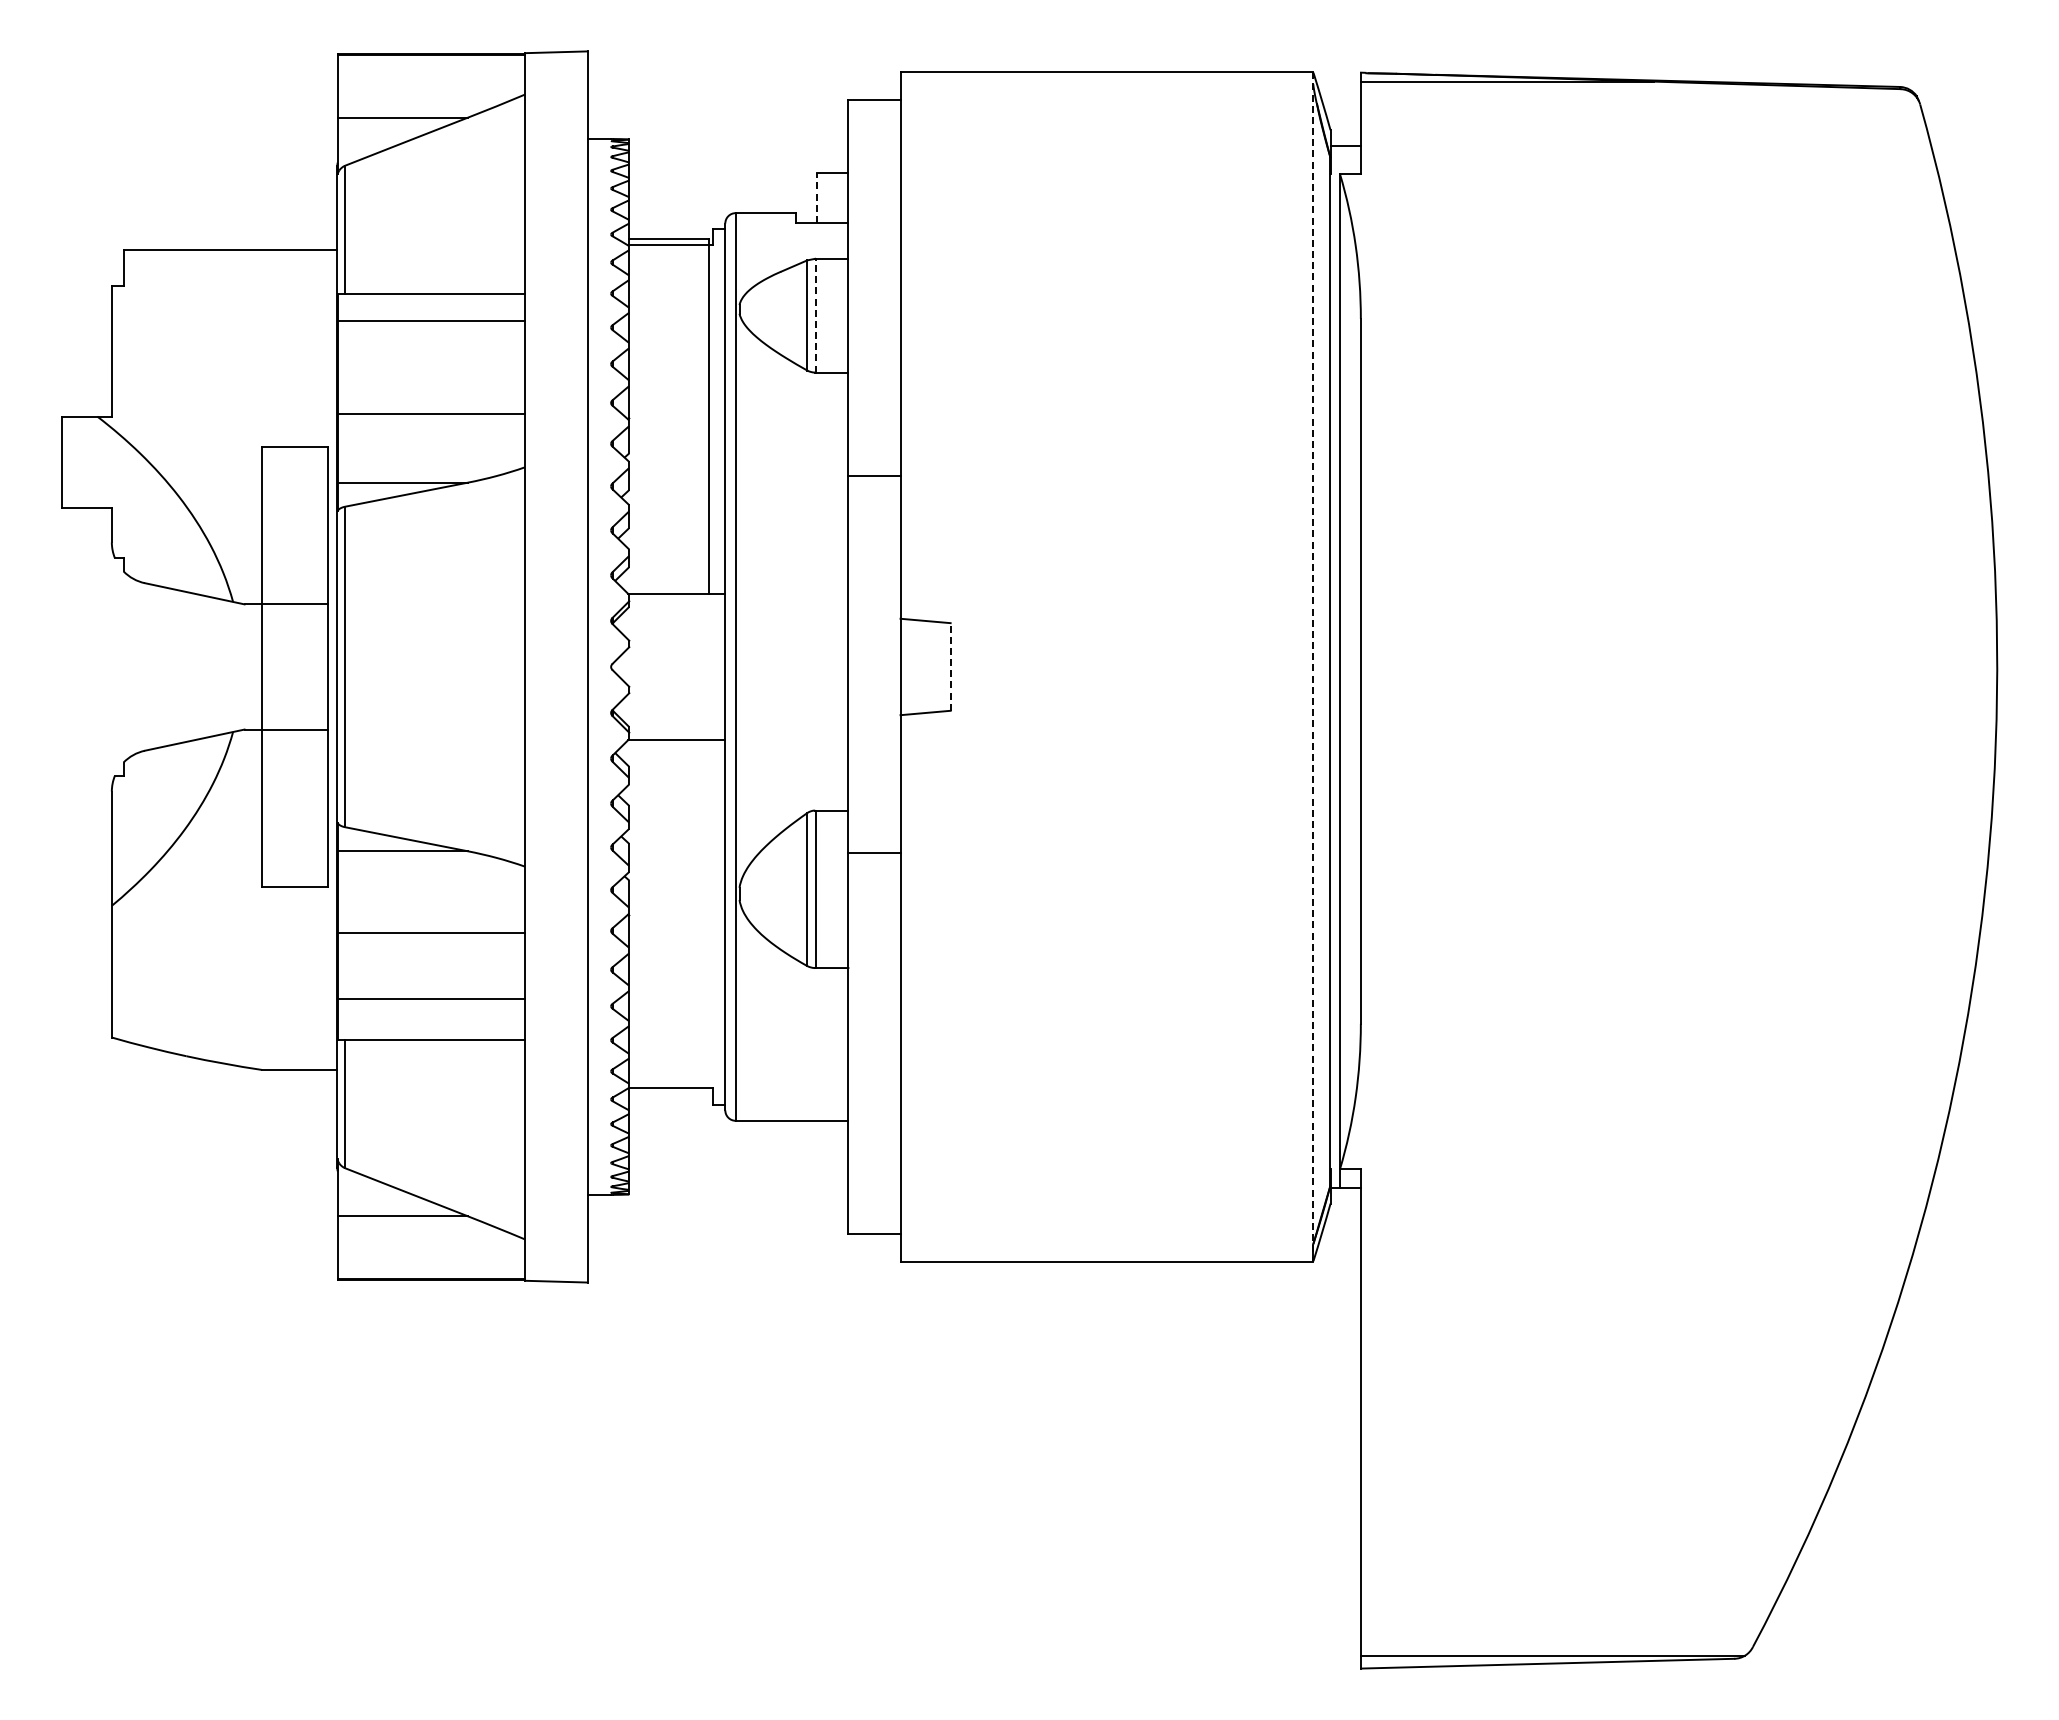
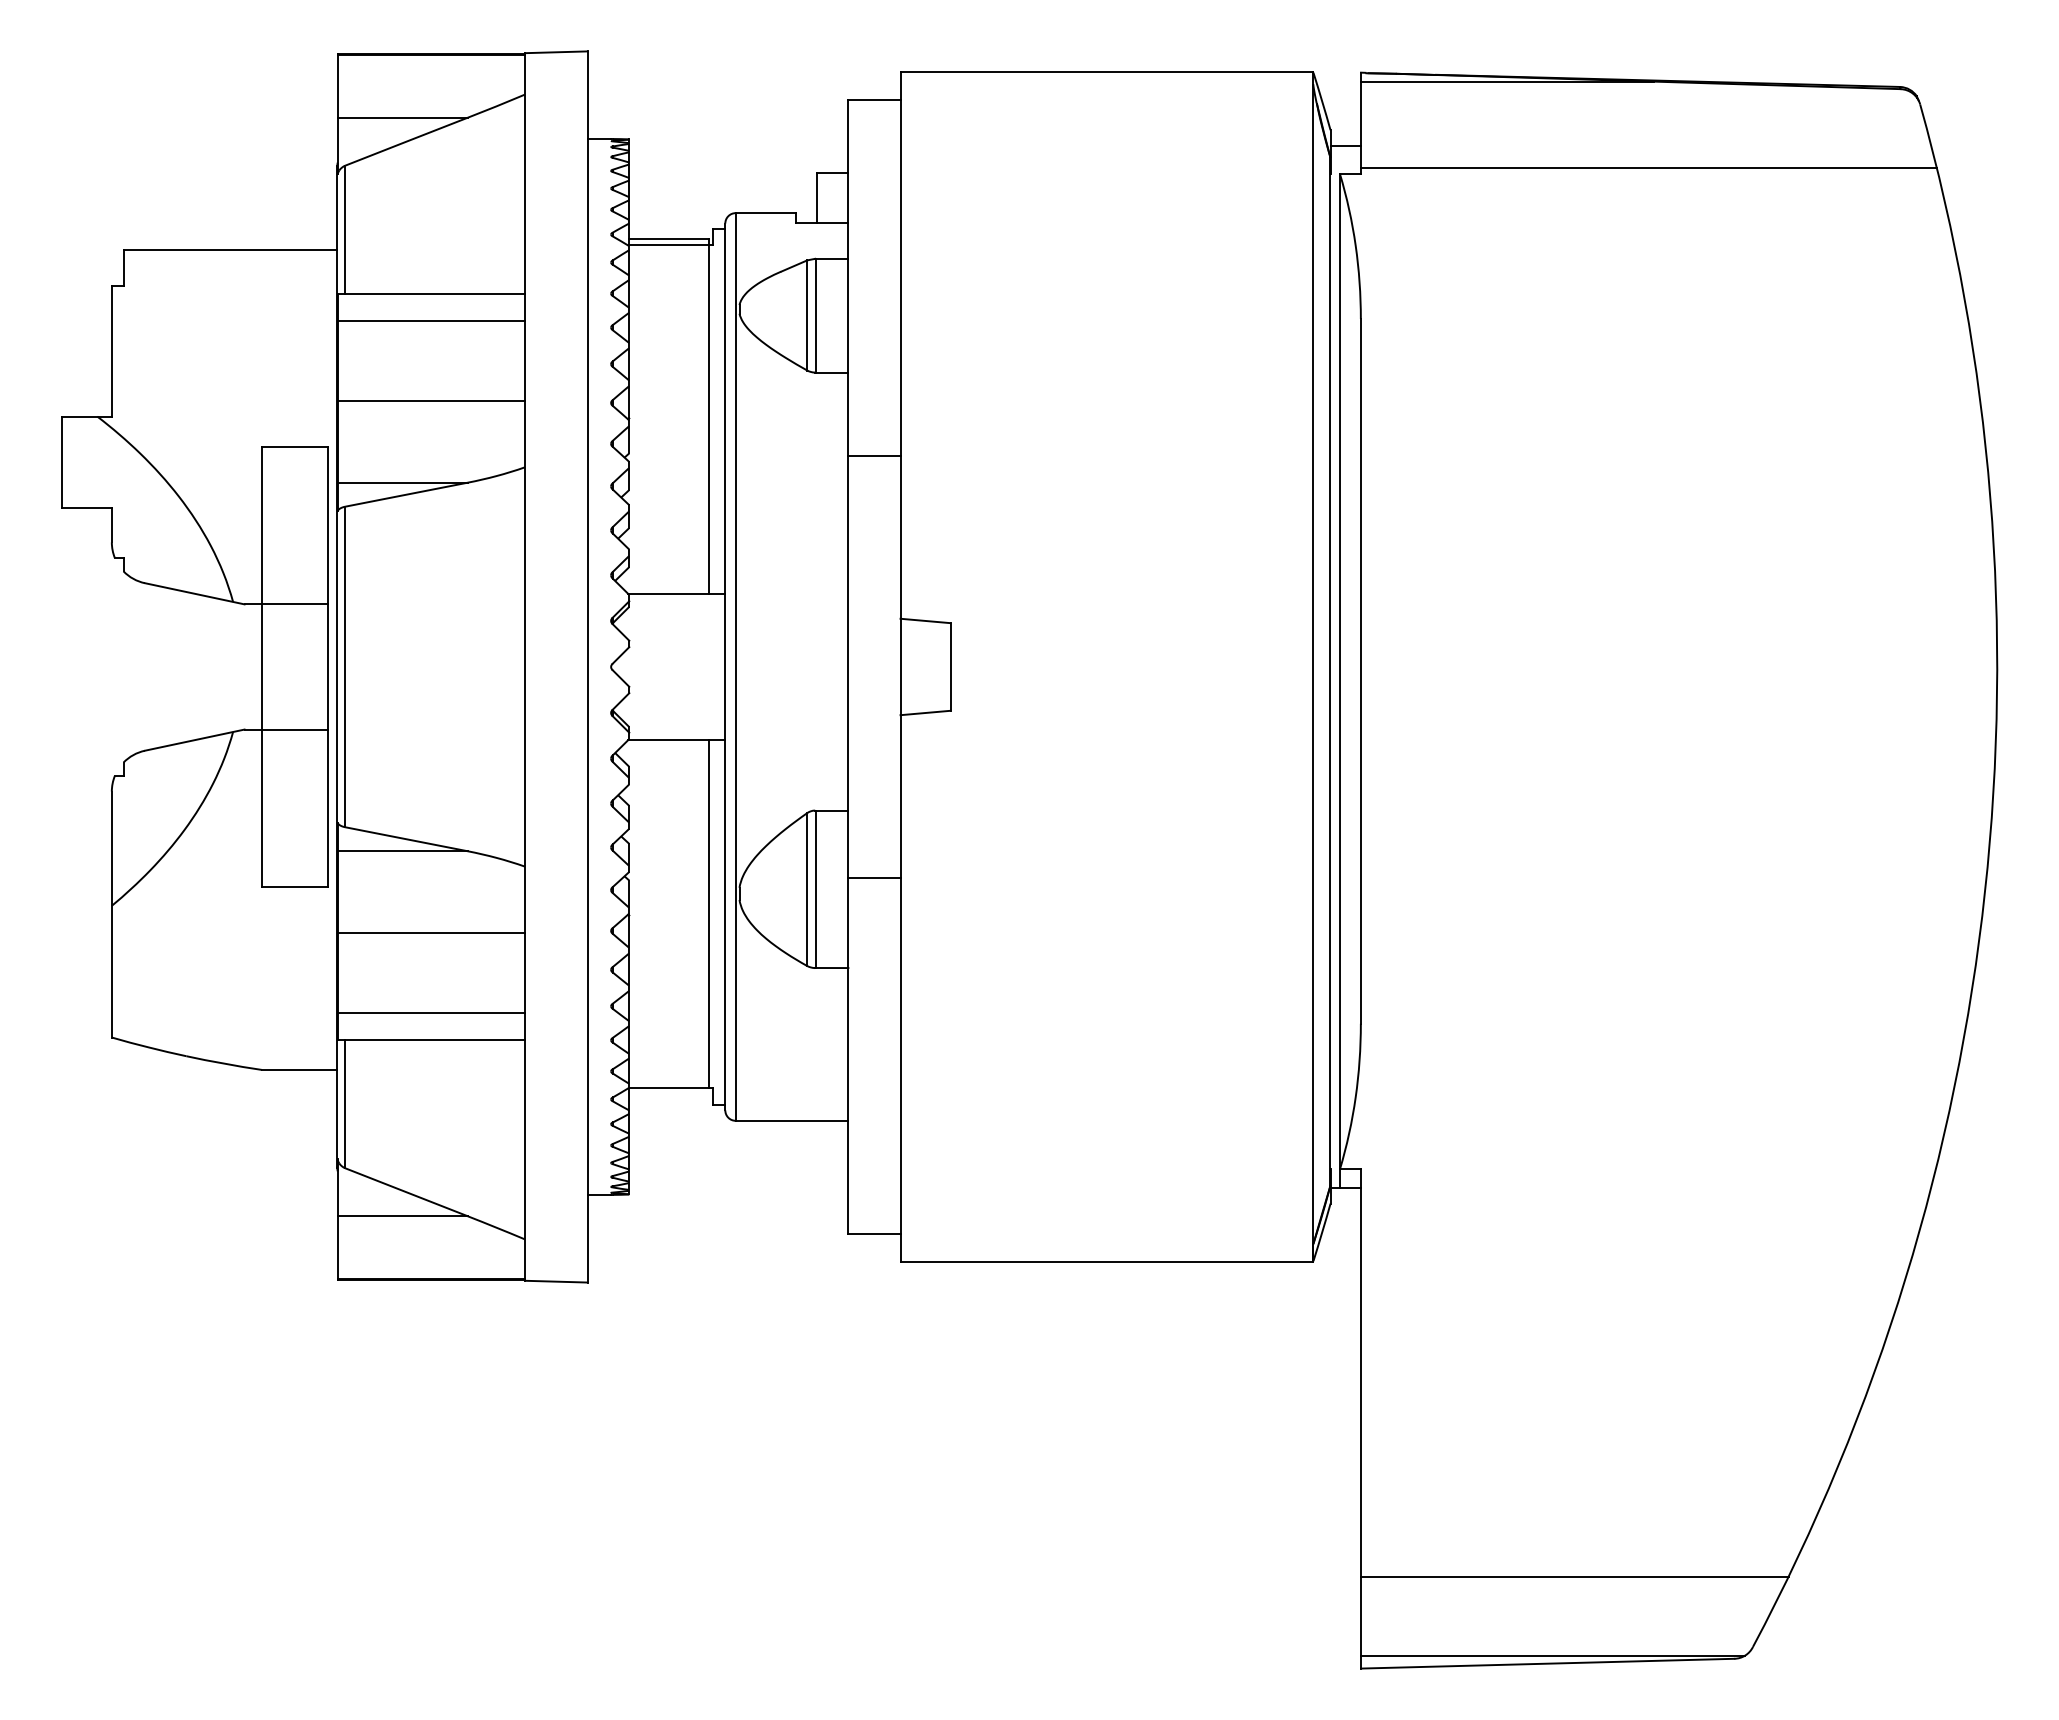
line at (1648, 167): none -> present
line at (817, 198): dashed -> solid
line at (815, 315): dashed -> solid
line at (430, 414) position: (430, 414) -> (430, 401)
line at (874, 476) position: (874, 476) -> (874, 456)
line at (950, 666): dashed -> solid
line at (1313, 666): dashed -> solid
line at (874, 852) position: (874, 852) -> (874, 877)
line at (708, 914): none -> present
line at (430, 999) position: (430, 999) -> (430, 1013)
line at (1574, 1576): none -> present
